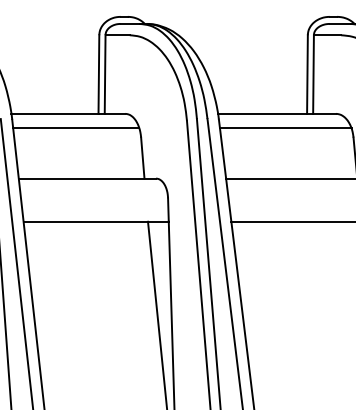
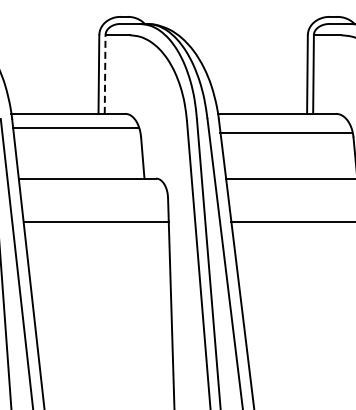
line at (105, 74): solid -> dashed
line at (285, 128) position: (285, 128) -> (285, 133)
line at (157, 313): present -> none
